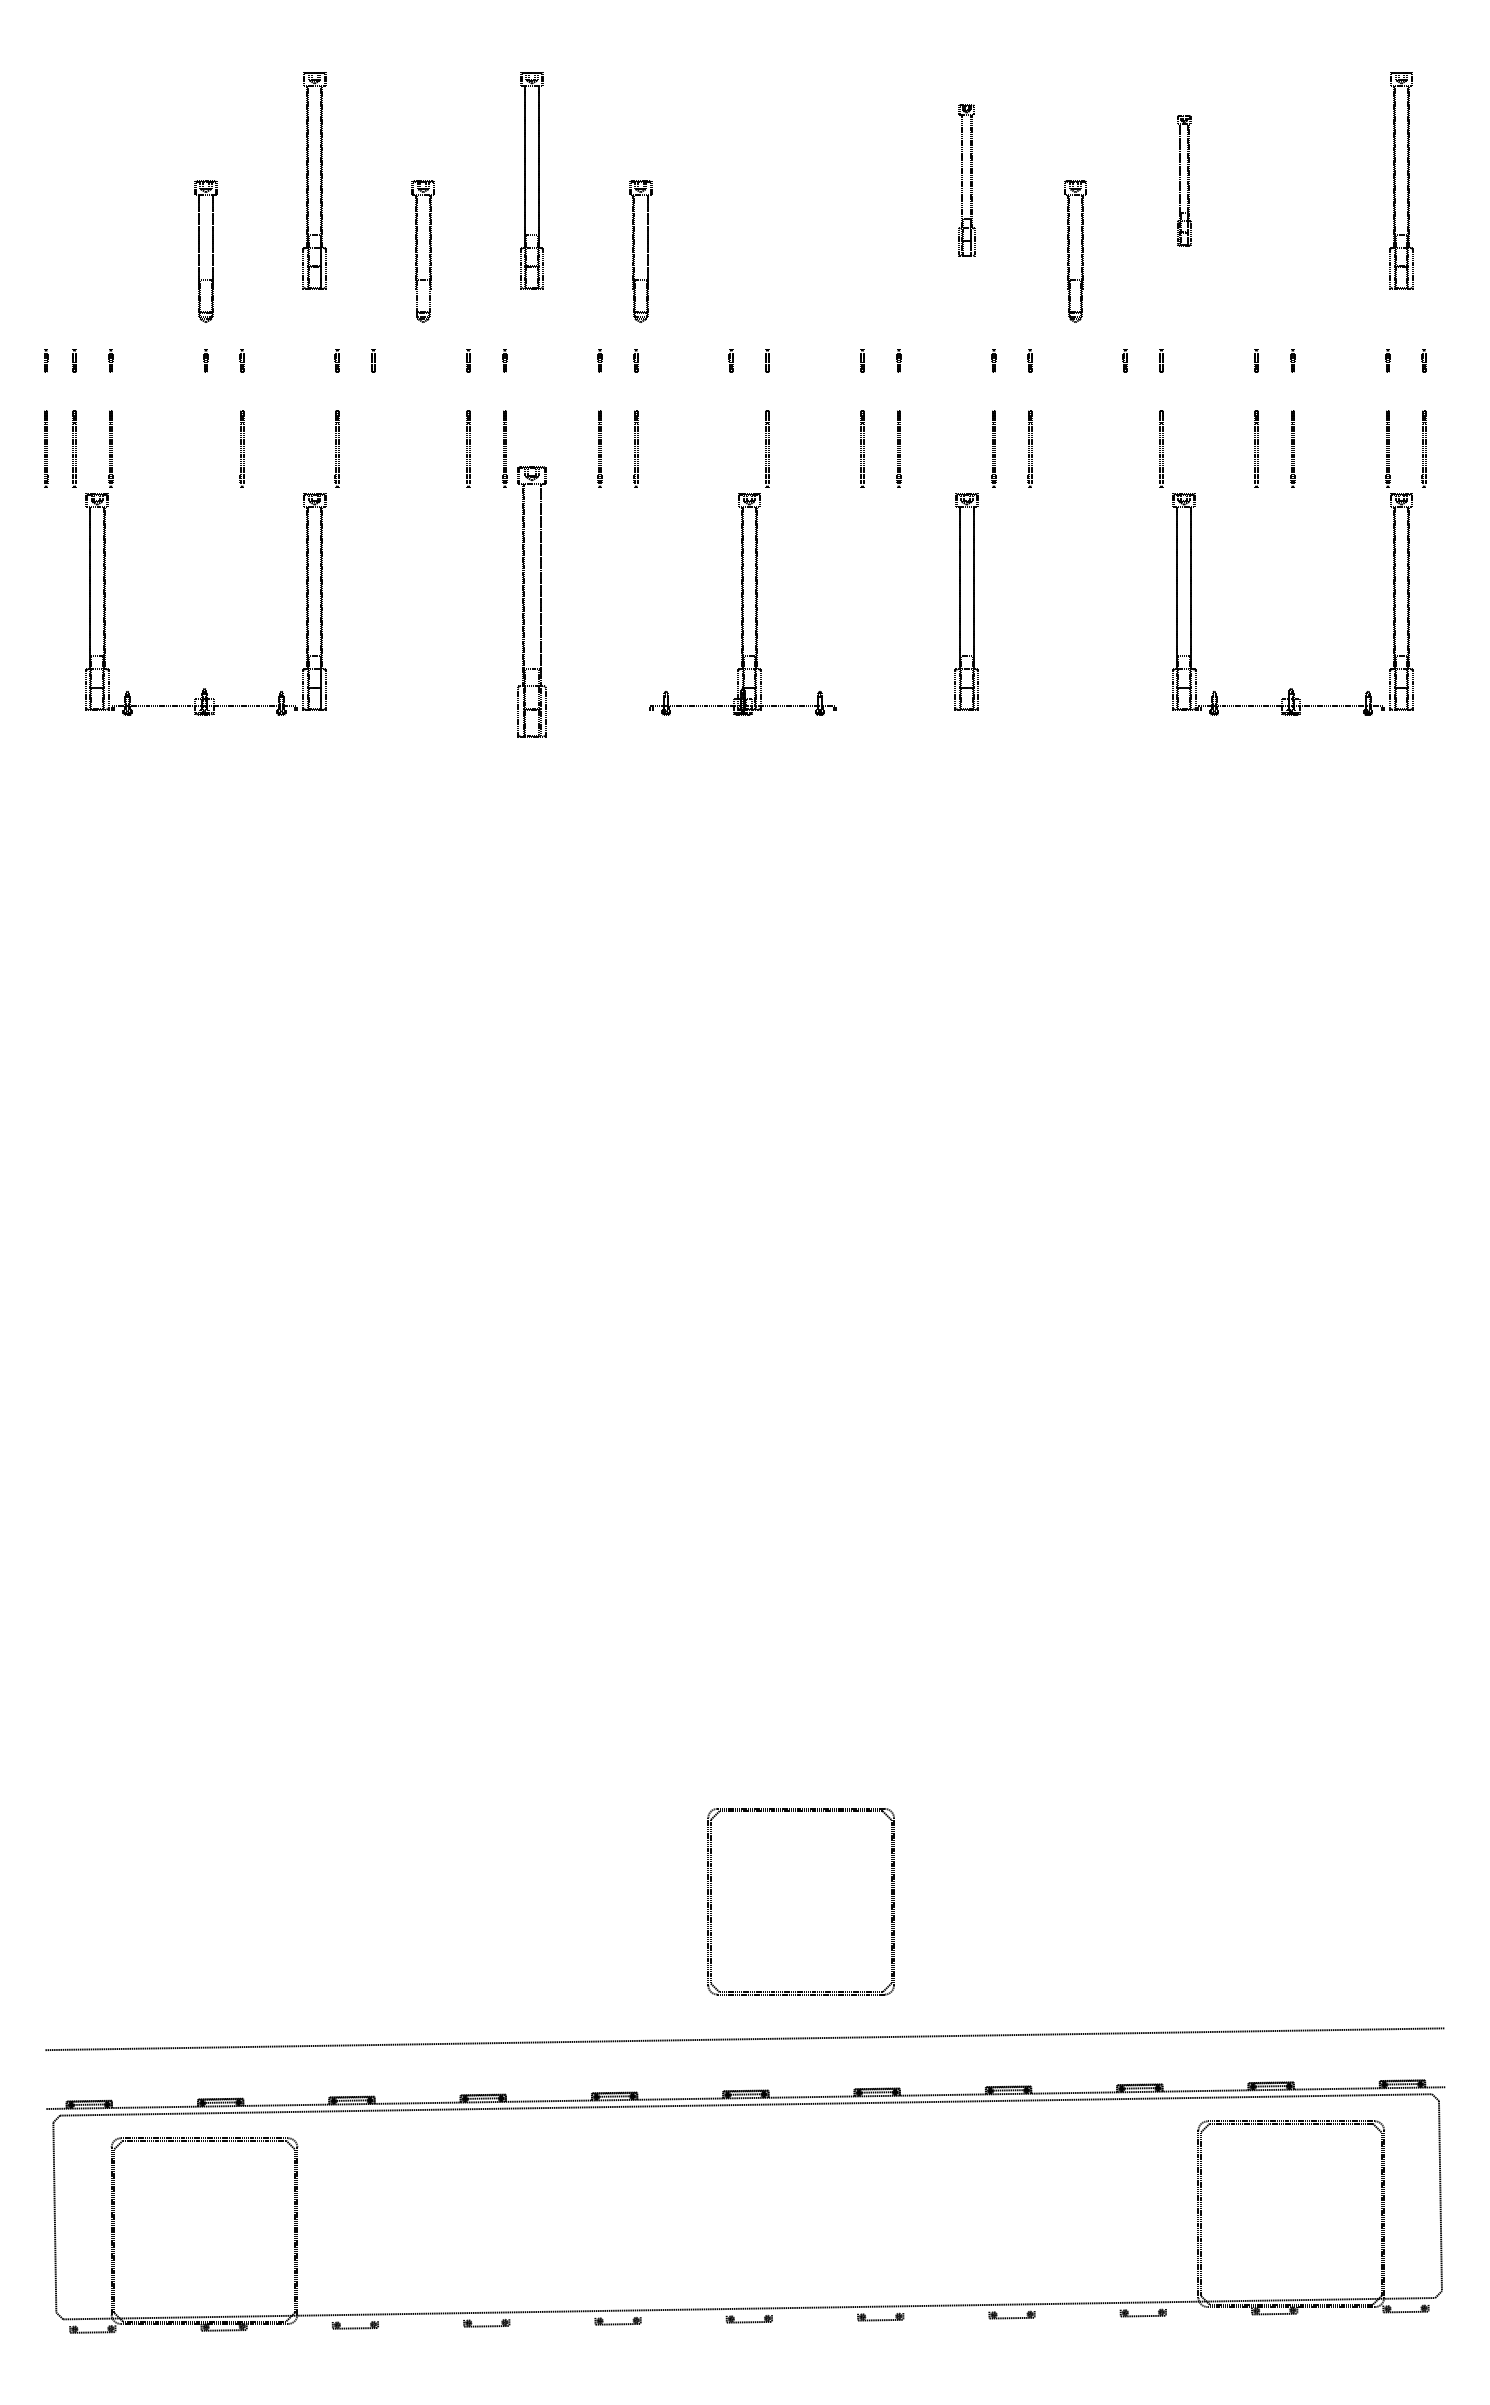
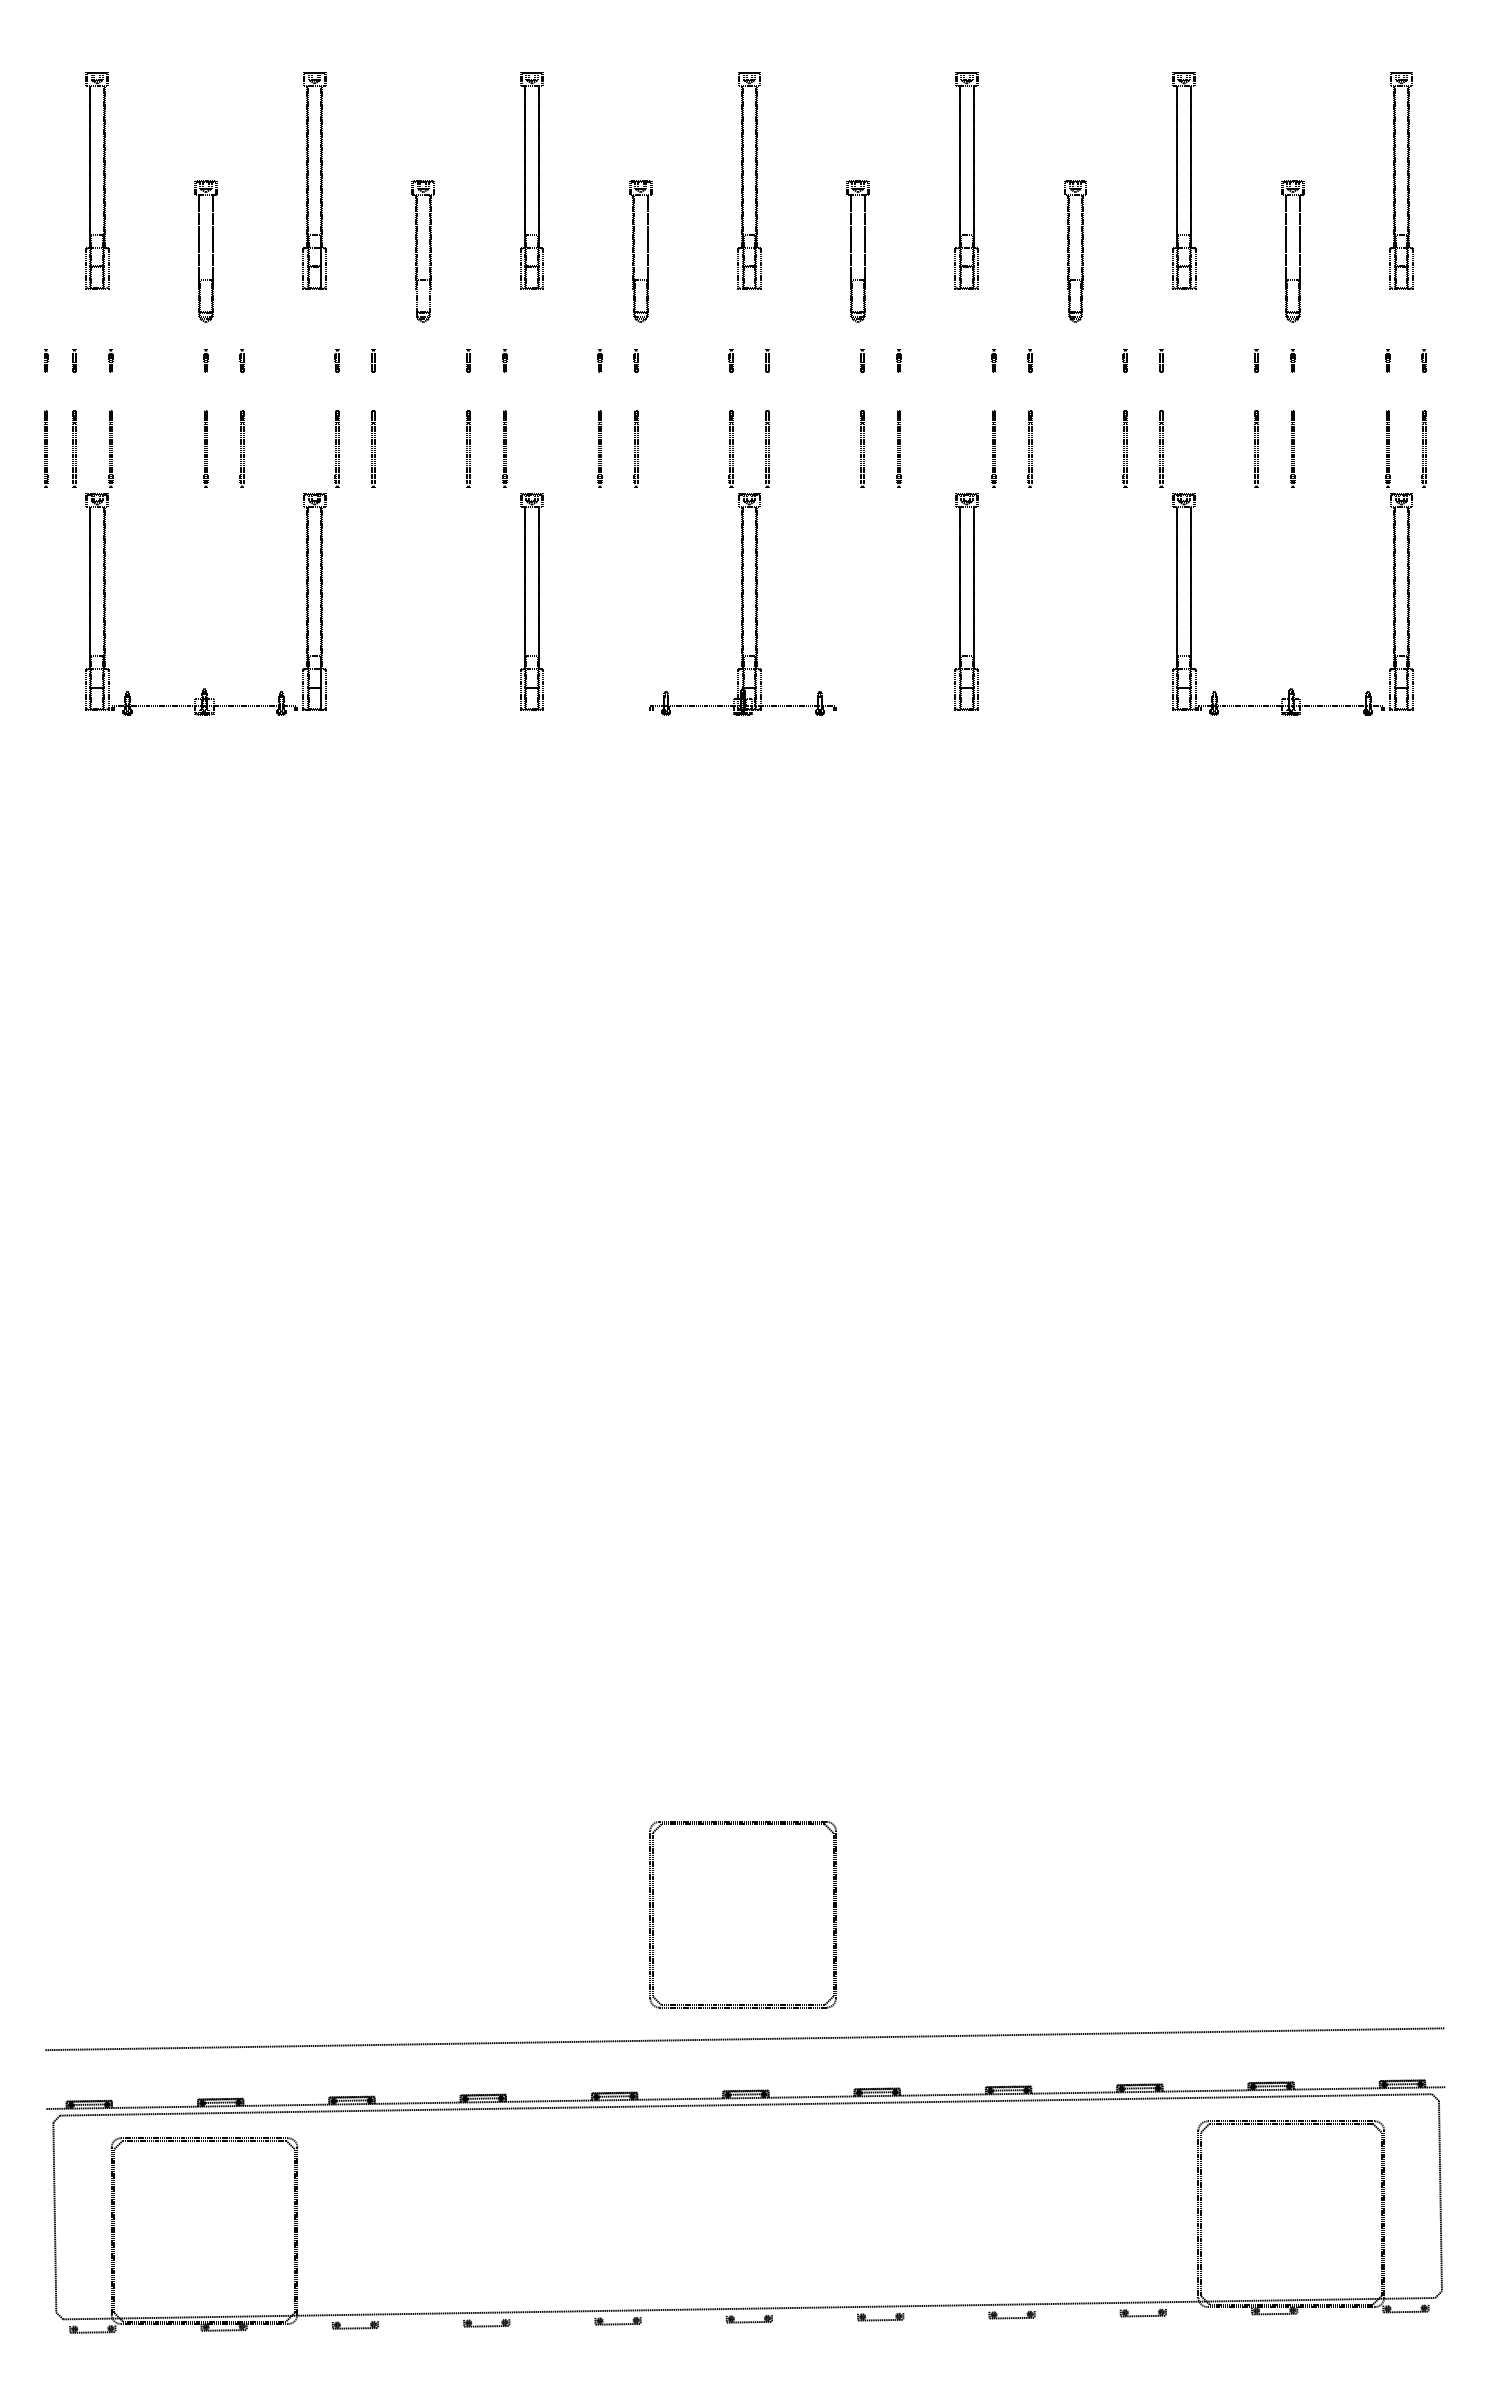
part at (103, 179): none -> present
part at (743, 179): none -> present
part at (966, 180) size: 18x153 px -> 25x218 px
part at (1184, 180) size: 15x132 px -> 25x218 px
part at (857, 251): none -> present
part at (1292, 251): none -> present
part at (205, 448): none -> present
line at (372, 448): none -> present
part at (730, 448): none -> present
part at (1124, 448): none -> present
part at (531, 601) size: 30x272 px -> 24x218 px
part at (711, 1900) position: (711, 1900) -> (653, 1913)
